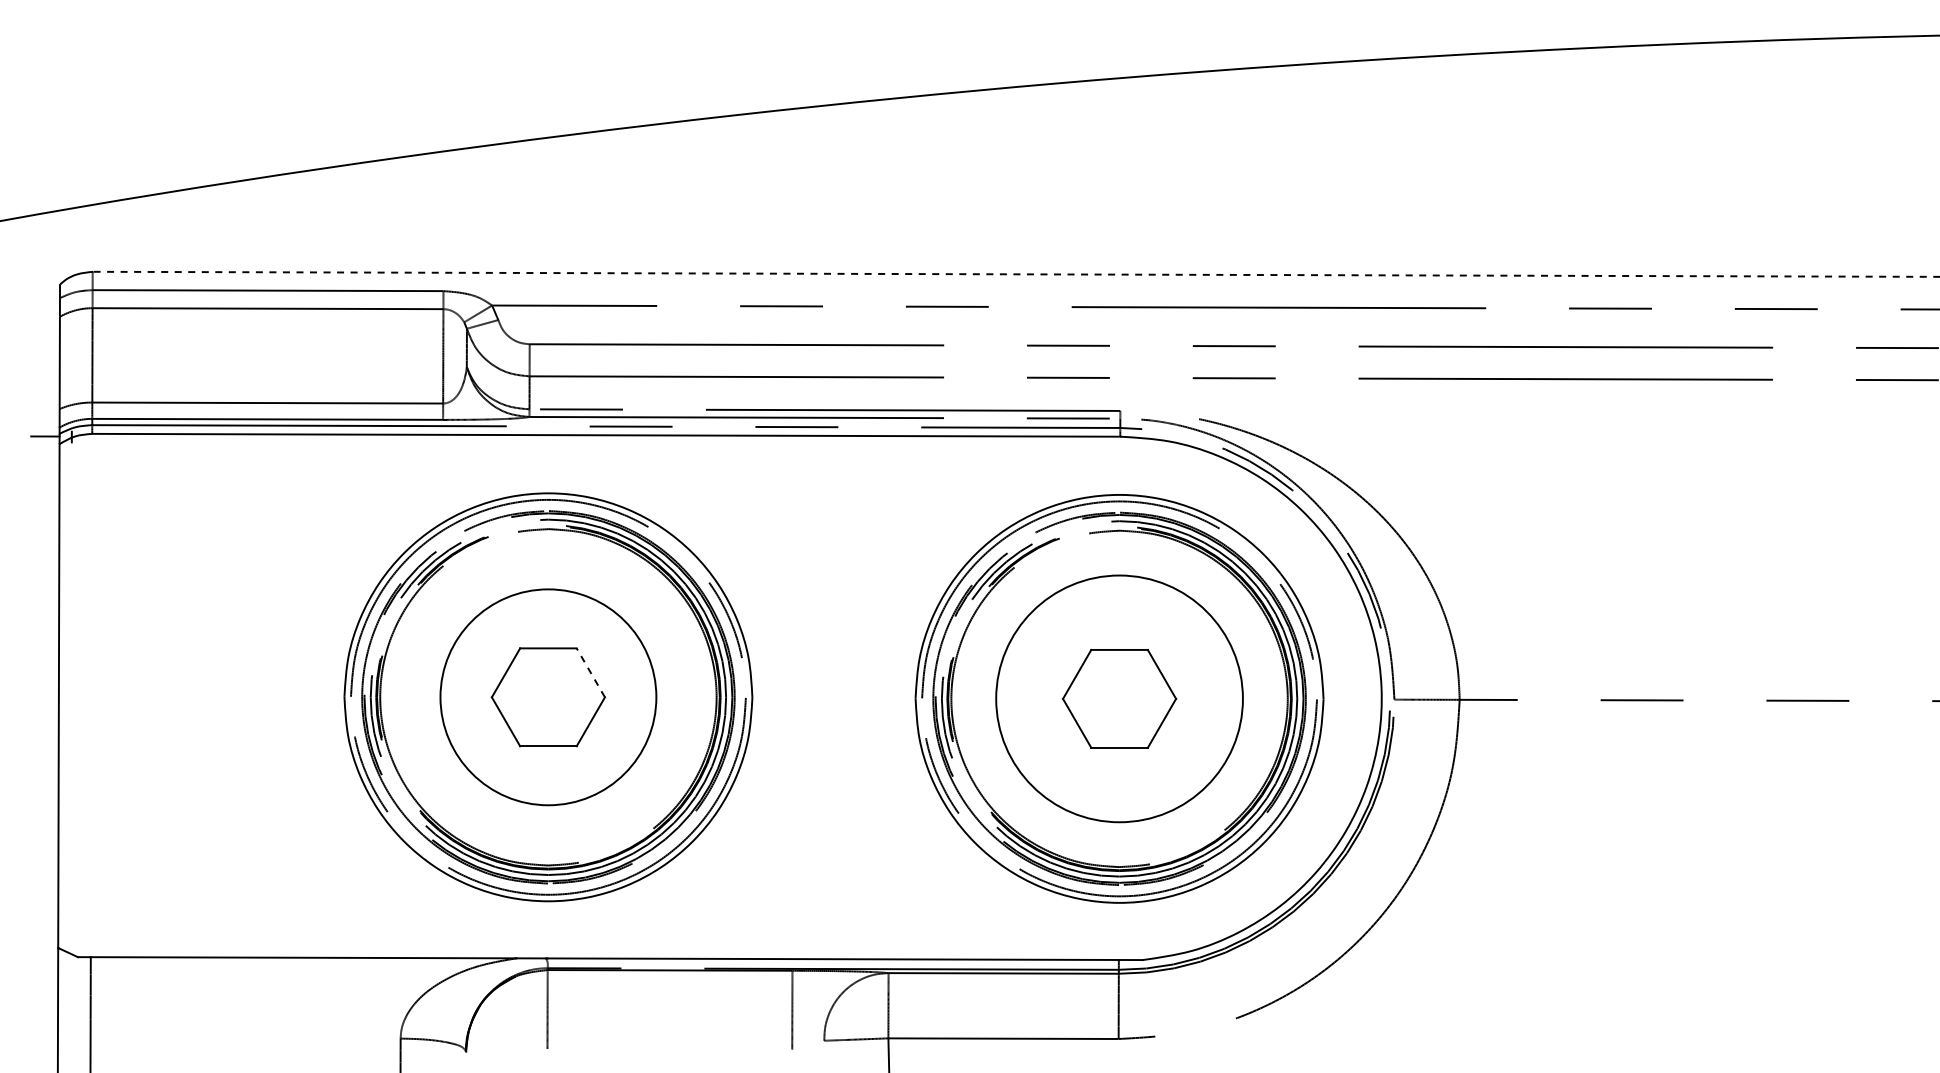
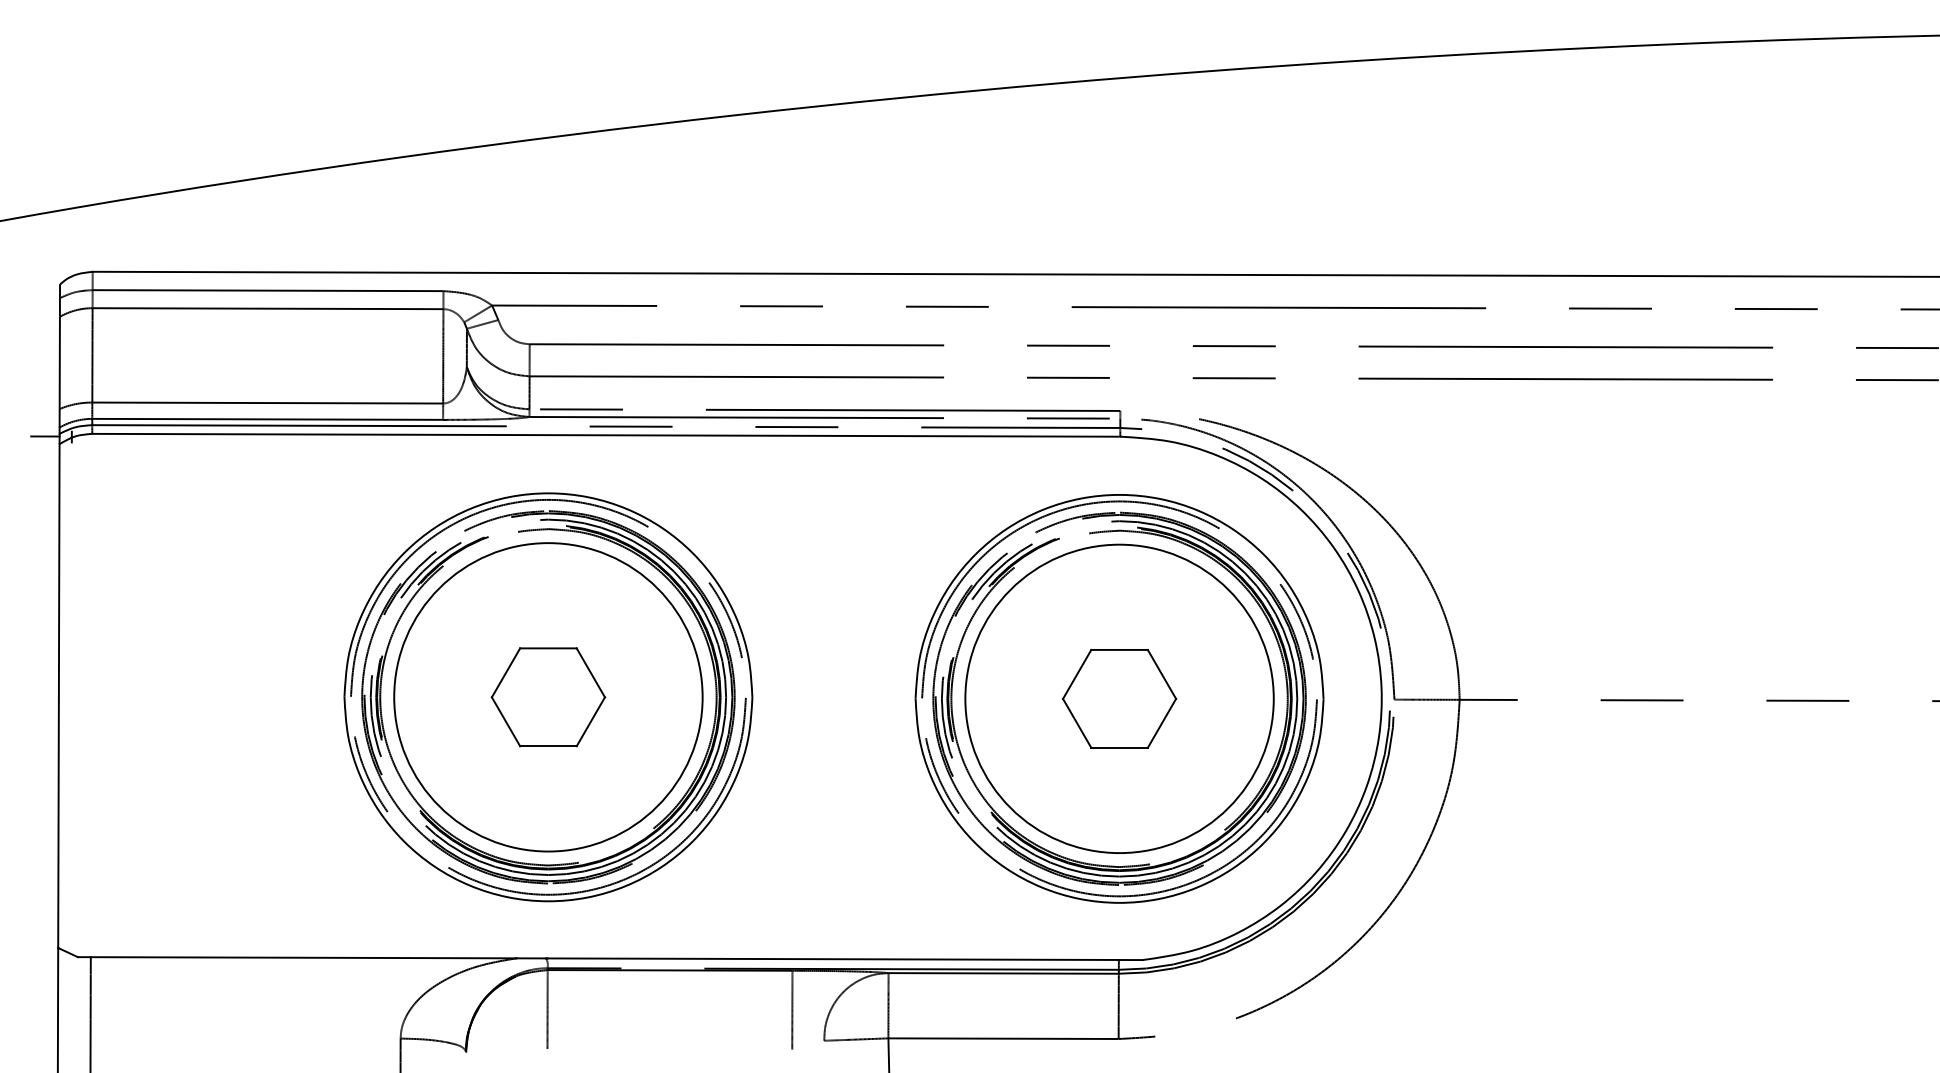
line at (1015, 274): dashed -> solid
line at (590, 672): dashed -> solid
circle at (548, 697) diameter: 216 px -> 308 px
circle at (1119, 698) diameter: 247 px -> 308 px
